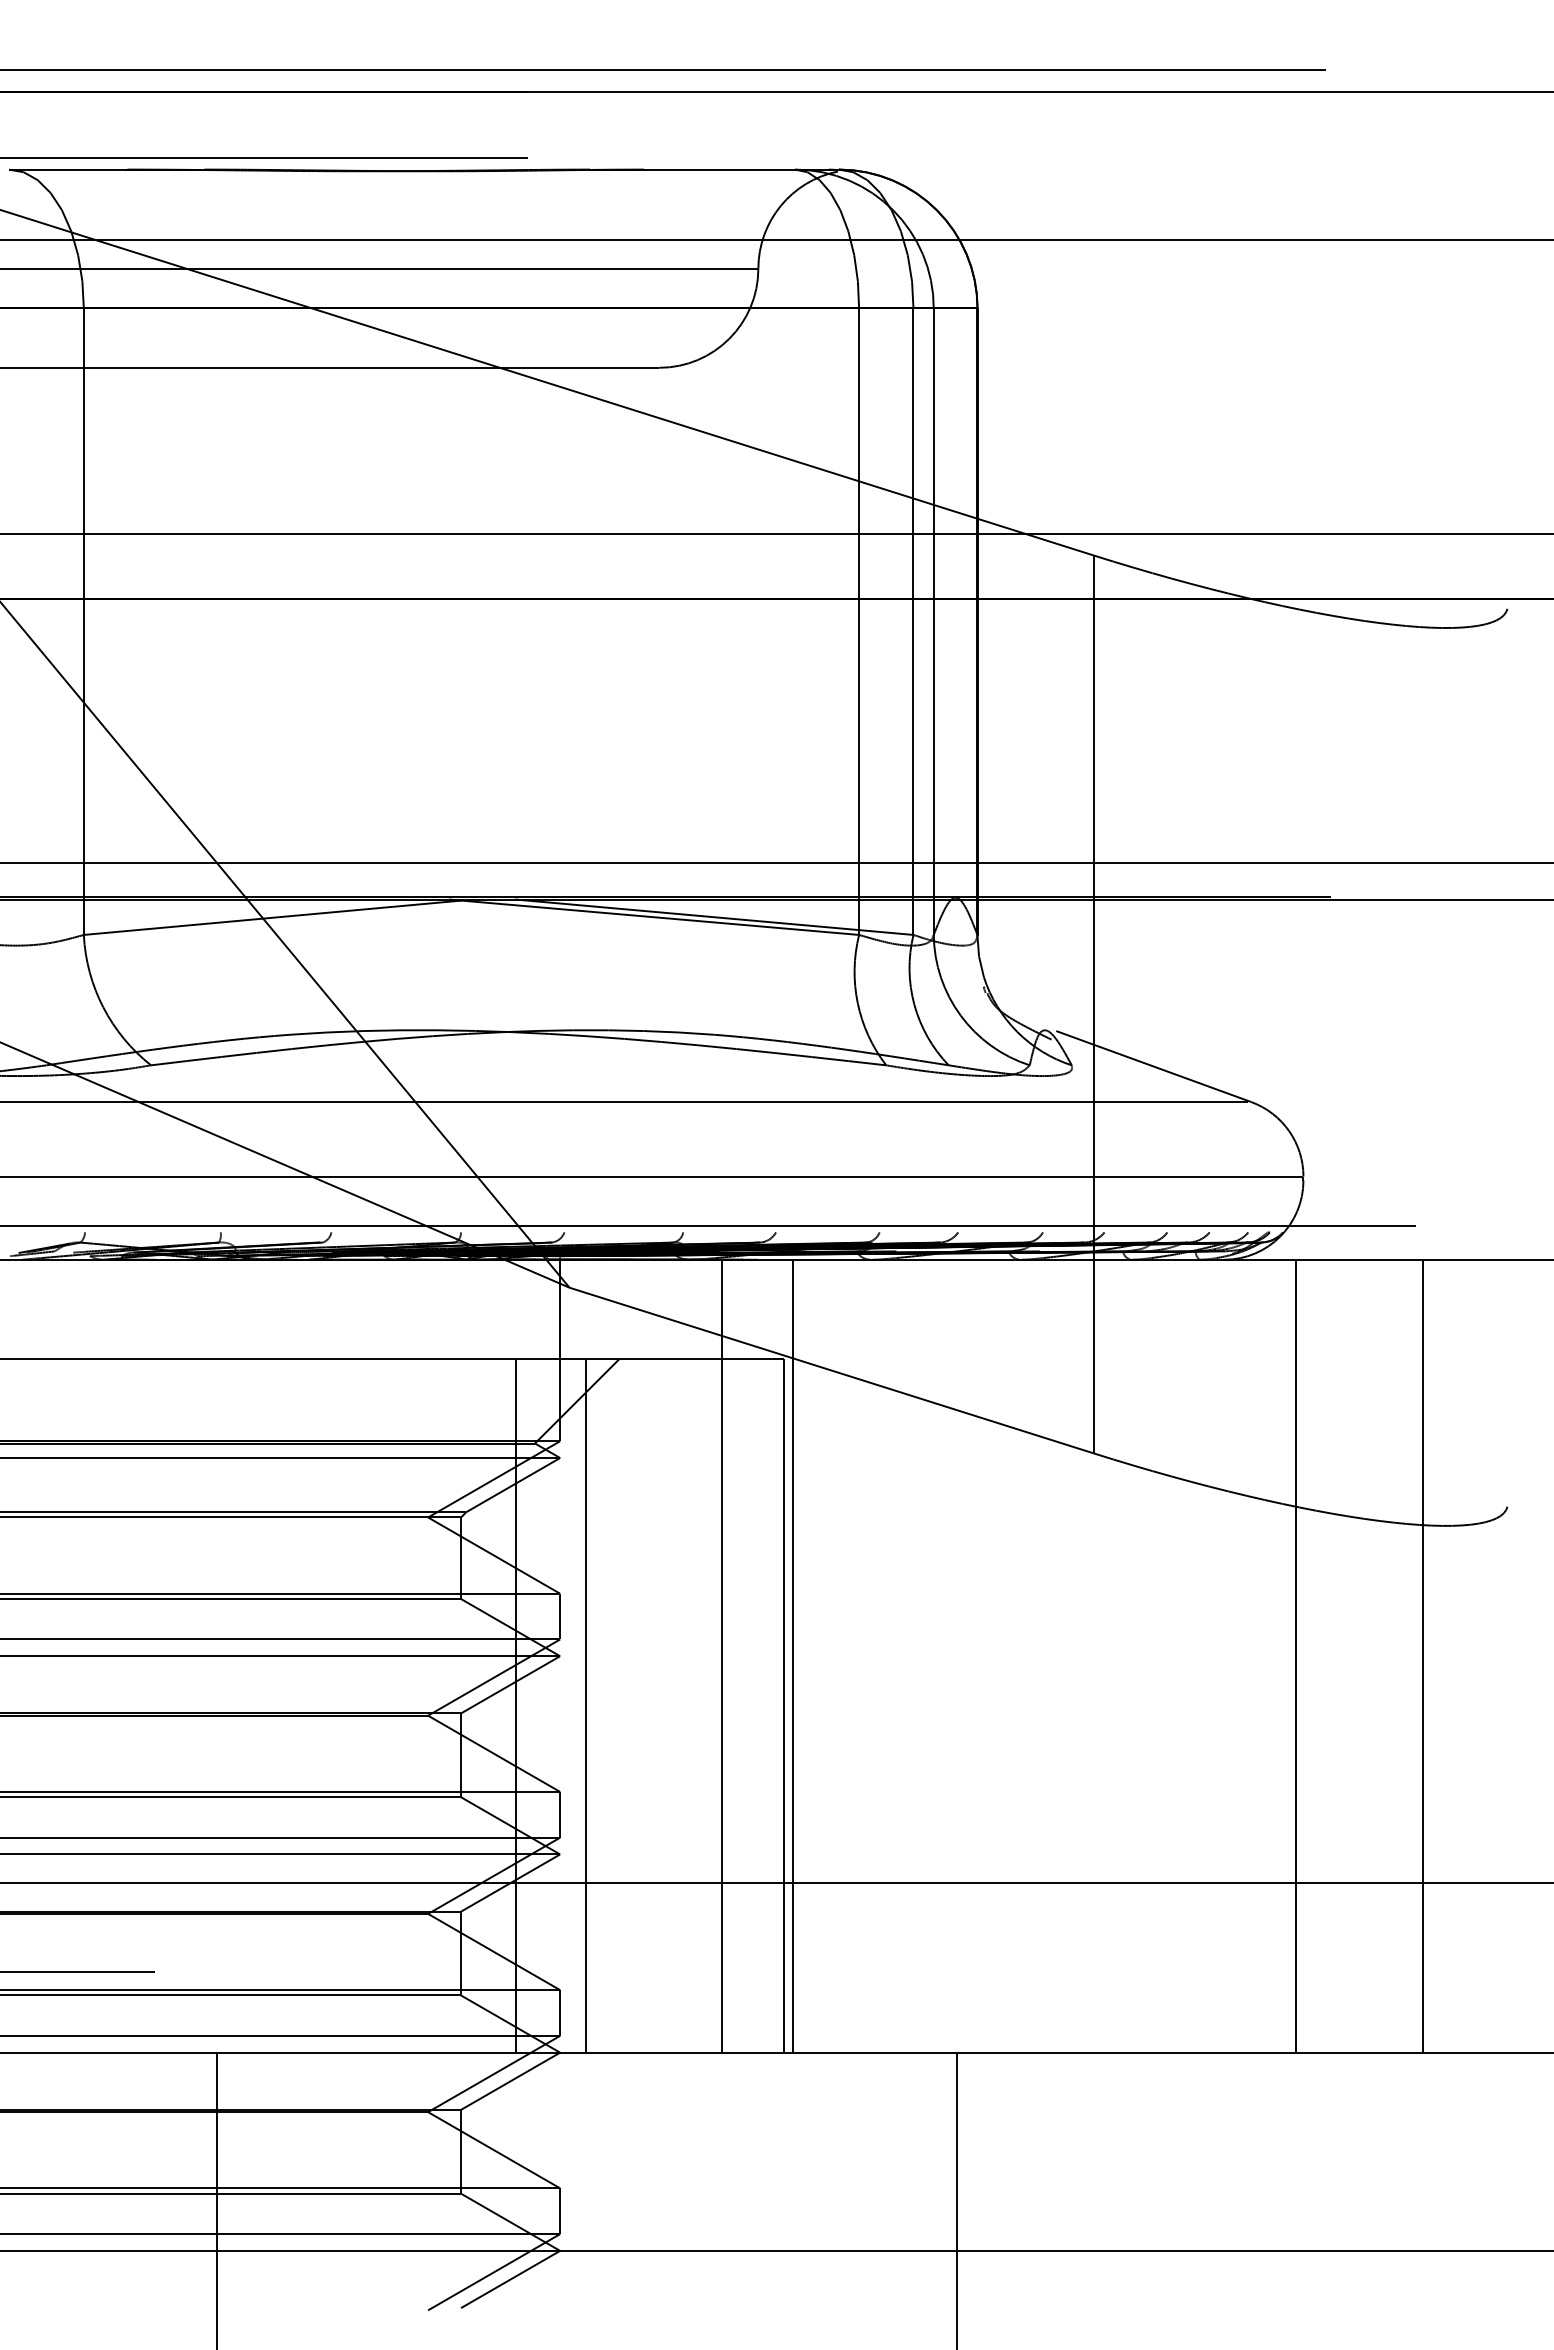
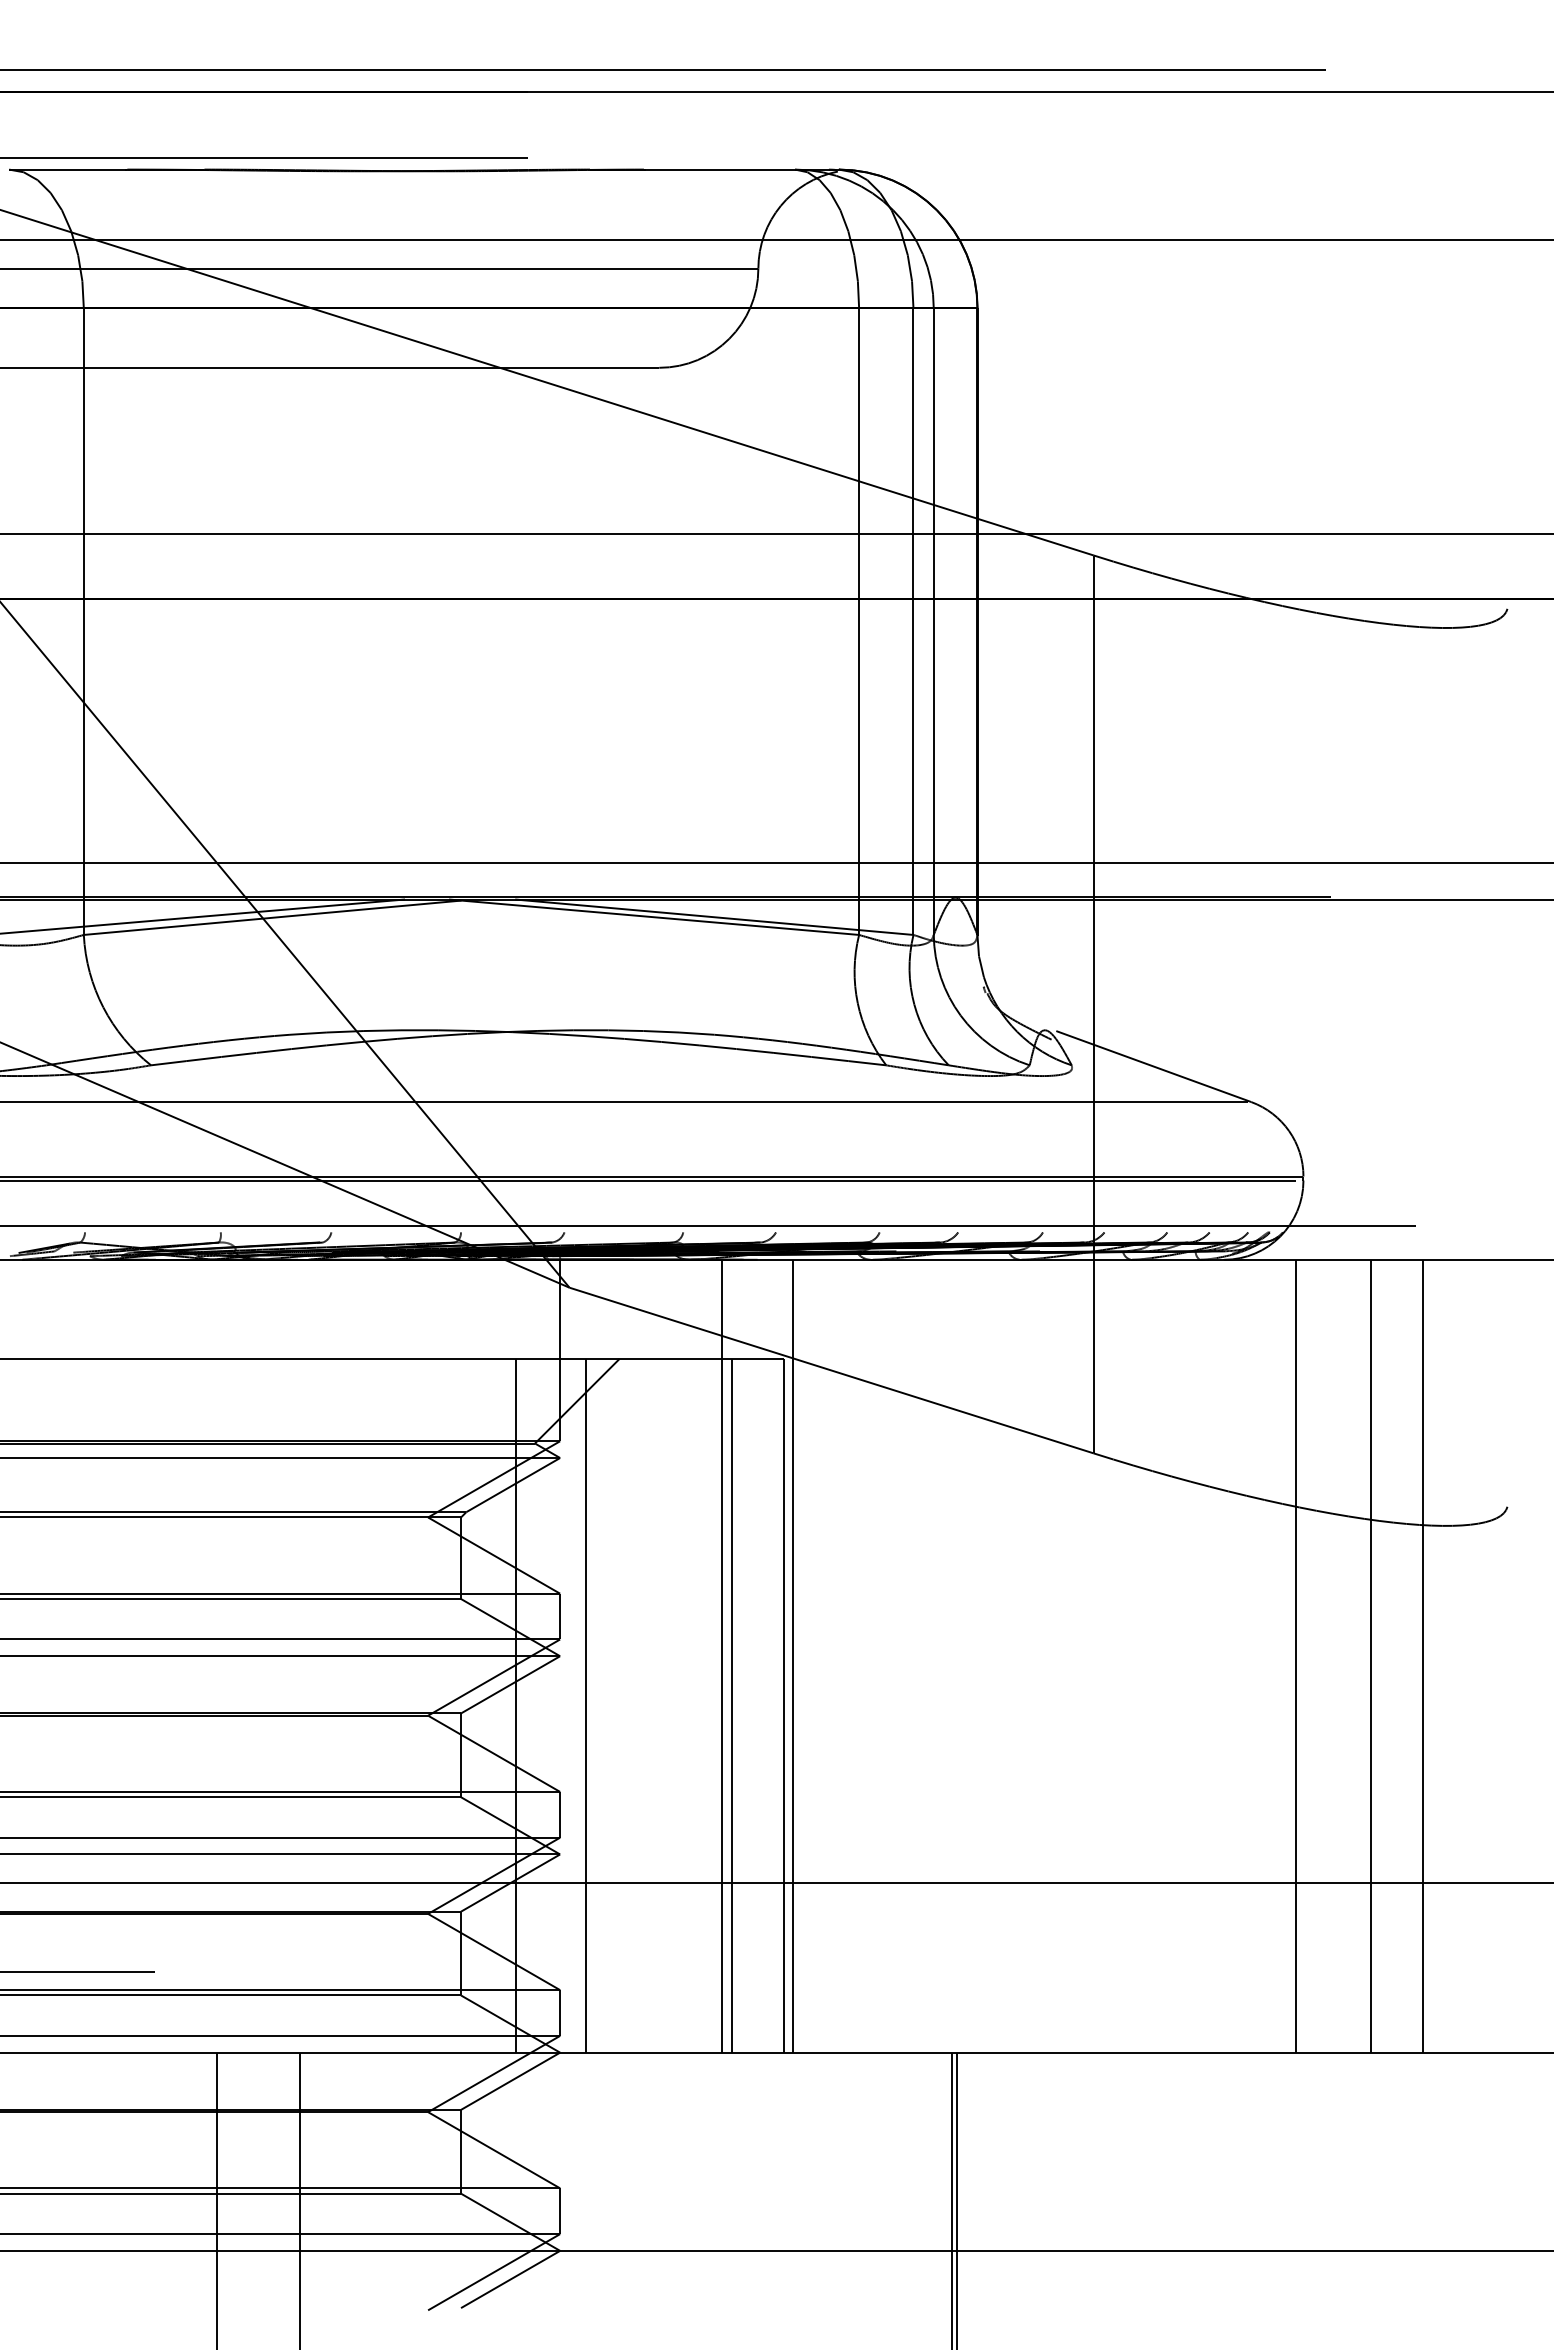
line at (203, 916): none -> present
line at (649, 1180): none -> present
line at (1371, 1655): none -> present
line at (731, 1705): none -> present
line at (300, 2199): none -> present
line at (951, 2199): none -> present
